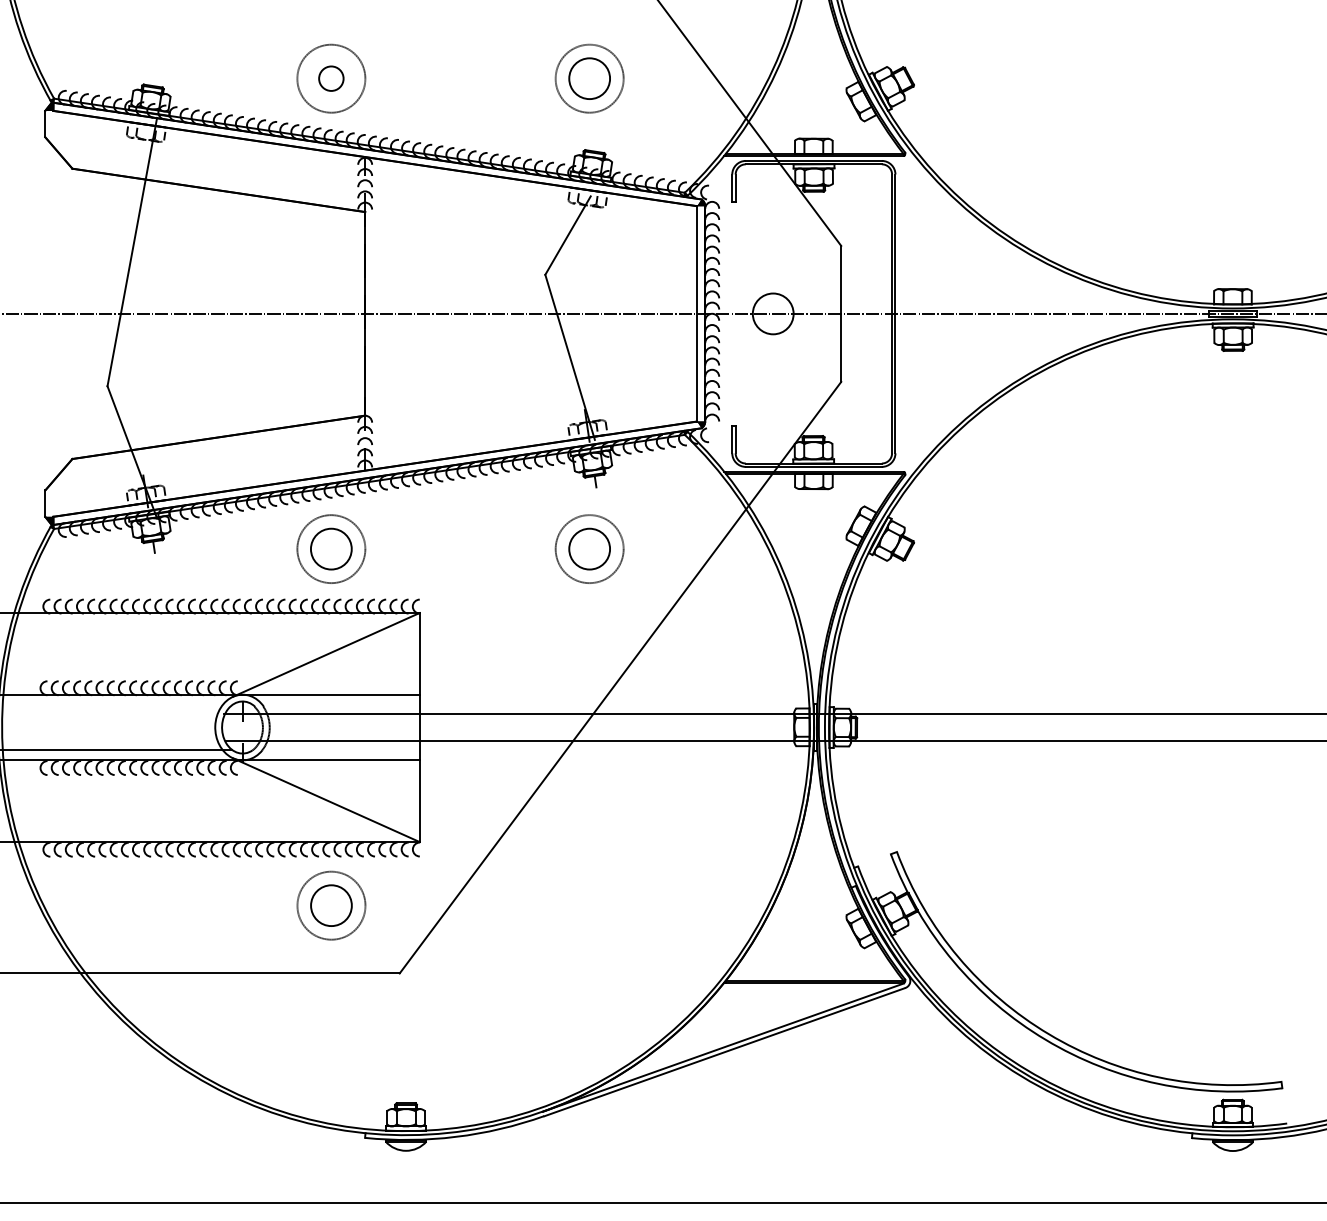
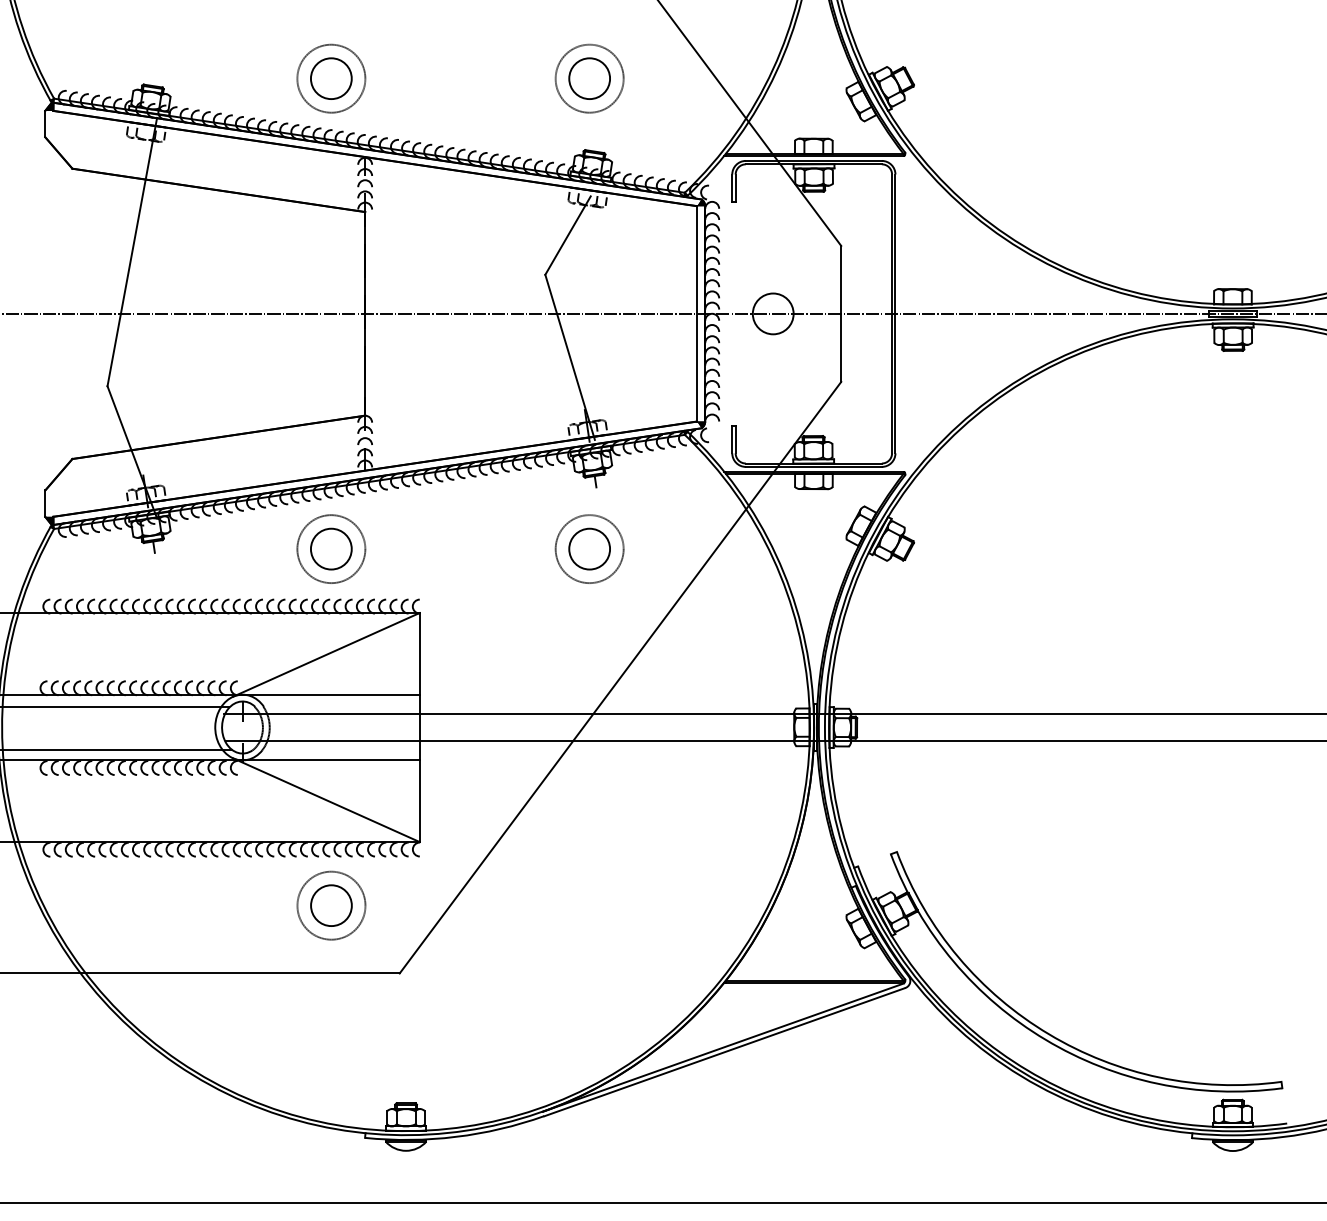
circle at (331, 78) diameter: 24 px -> 41 px
line at (116, 706): none -> present
